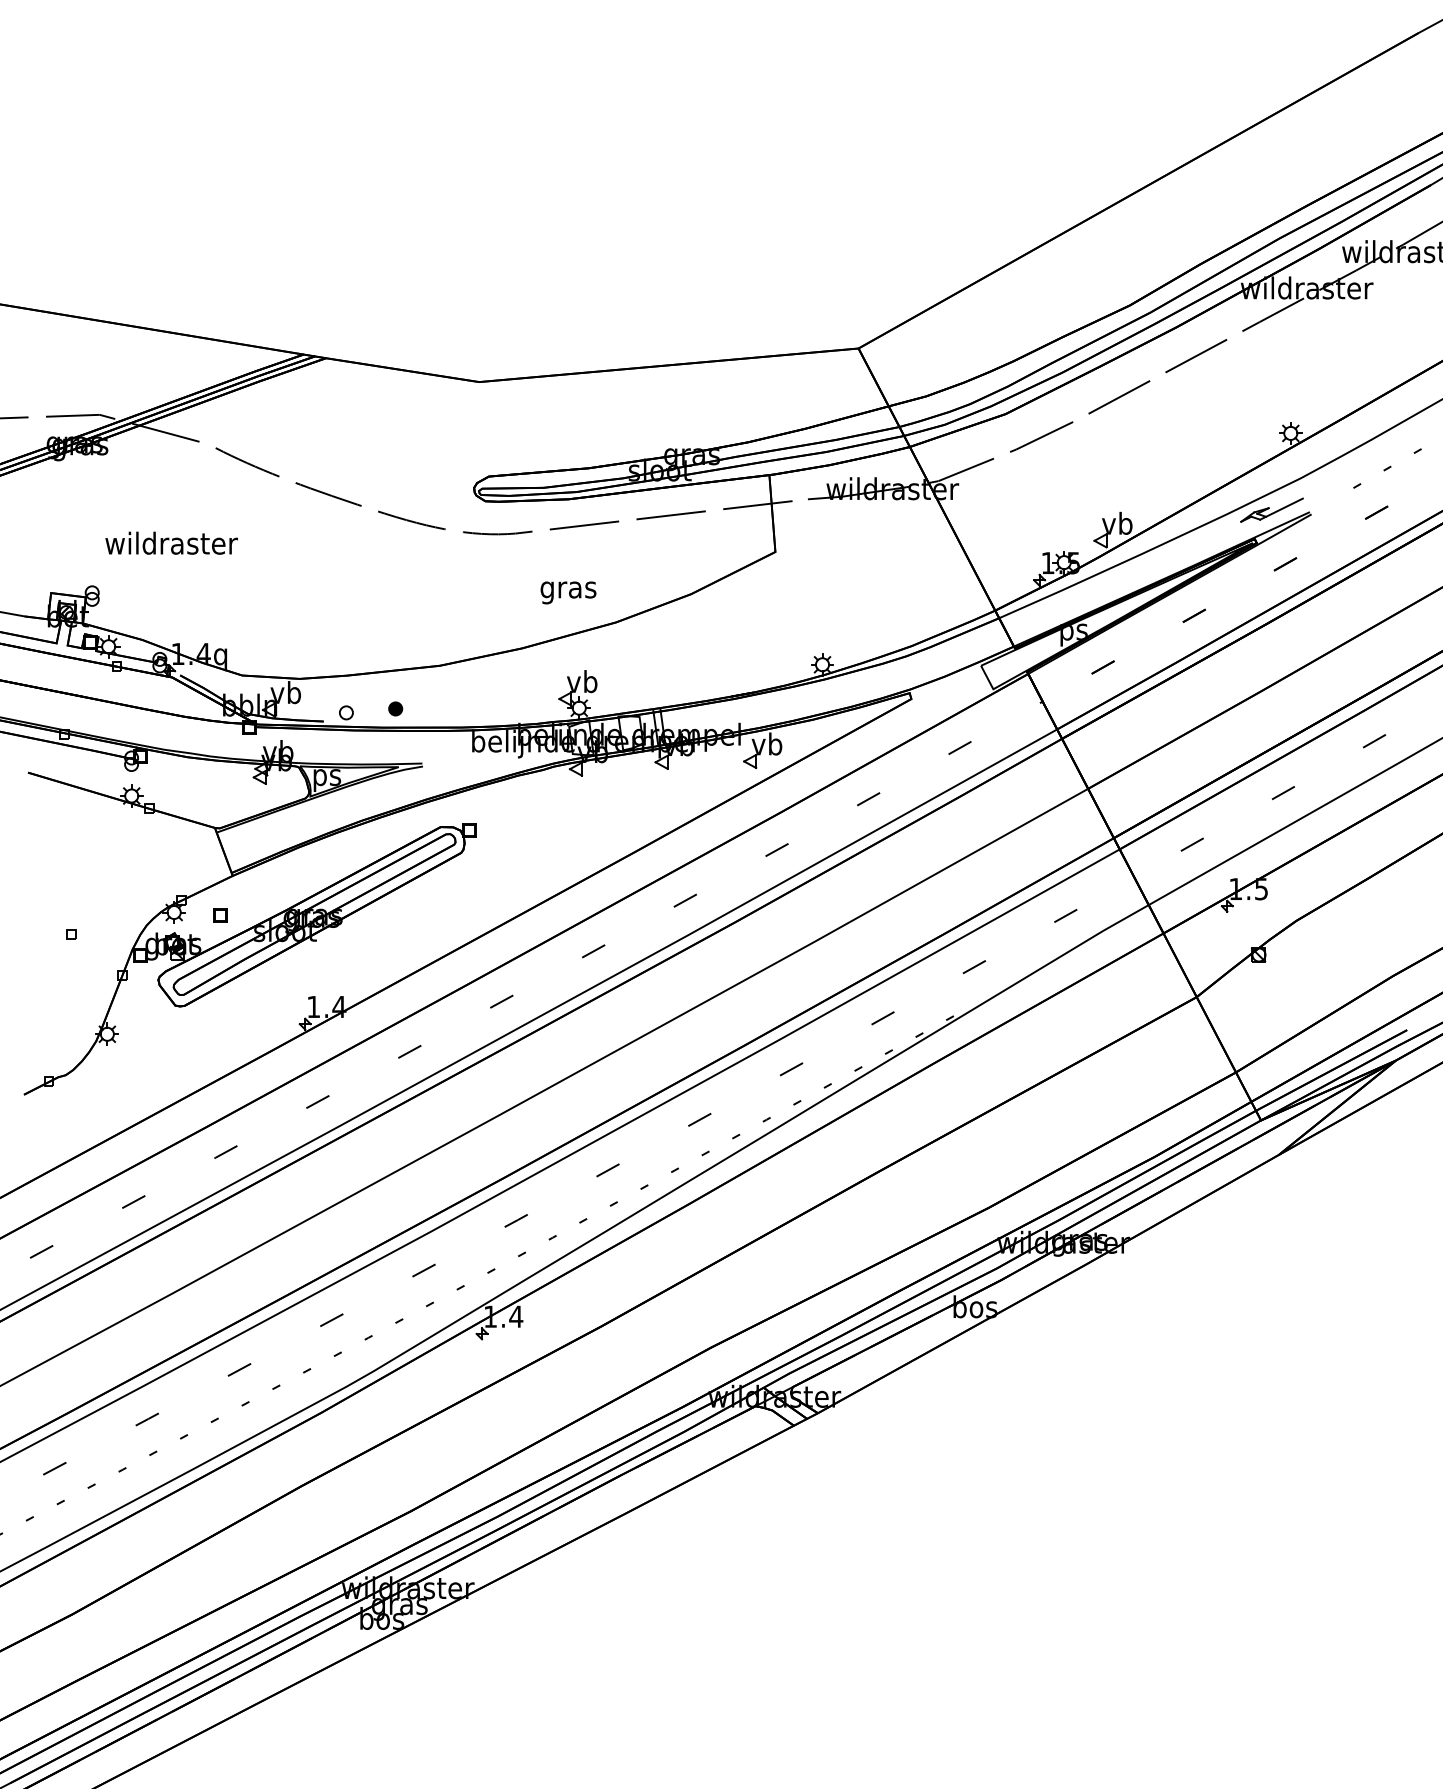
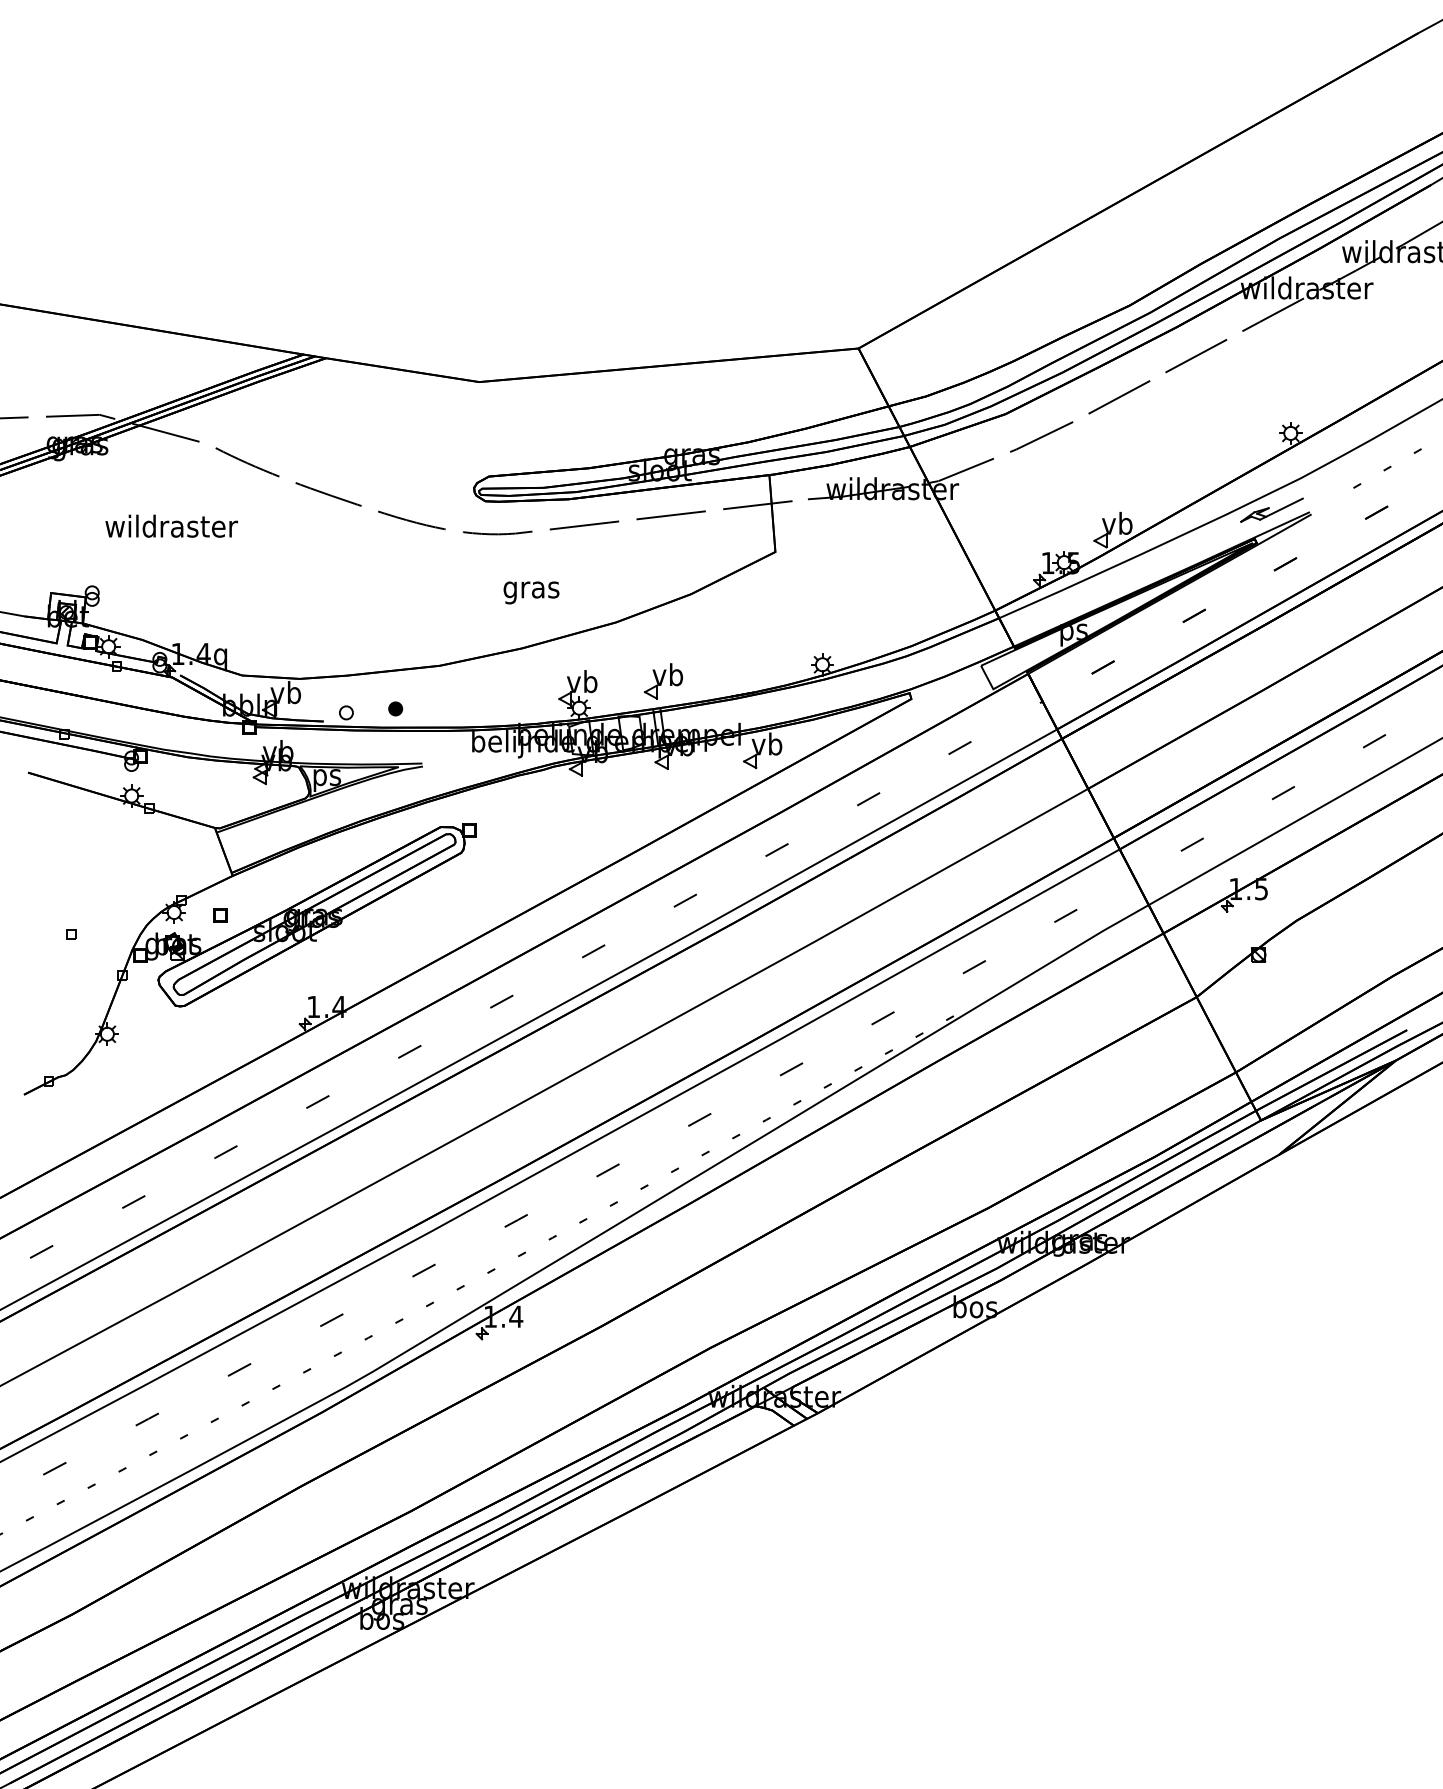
text at (171, 542) position: (171, 542) -> (171, 525)
text at (568, 592) position: (568, 592) -> (531, 592)
part at (663, 681): none -> present
